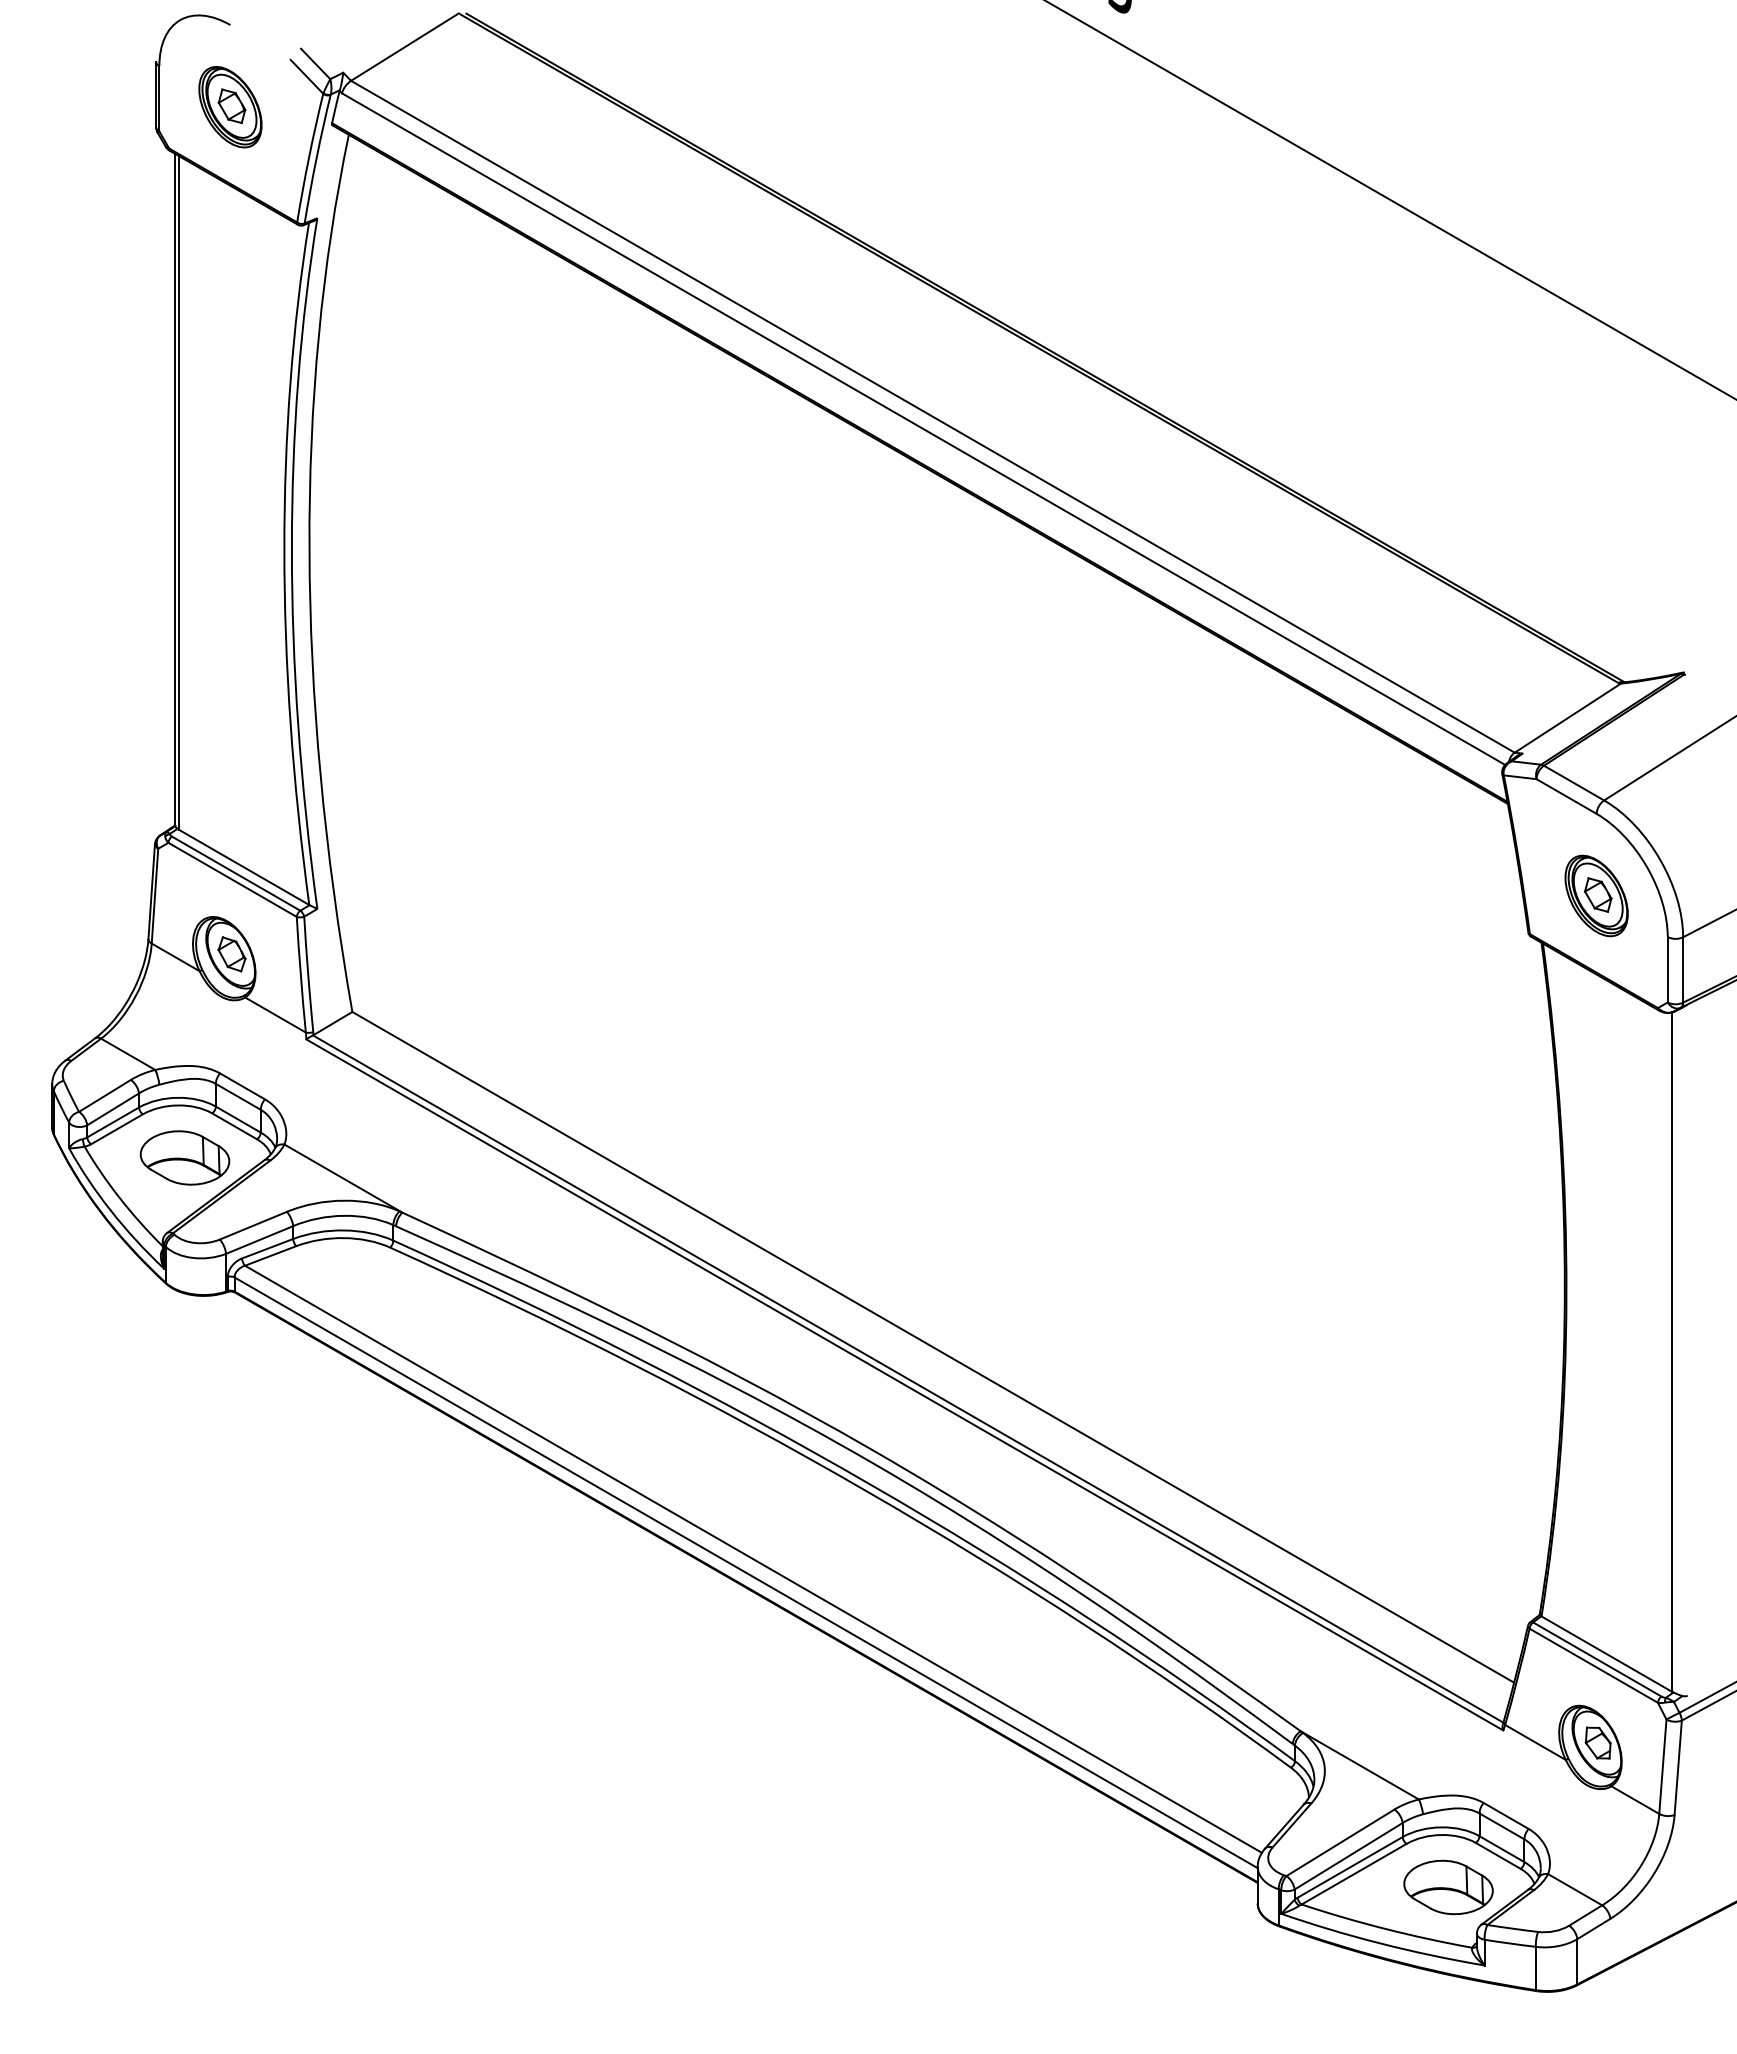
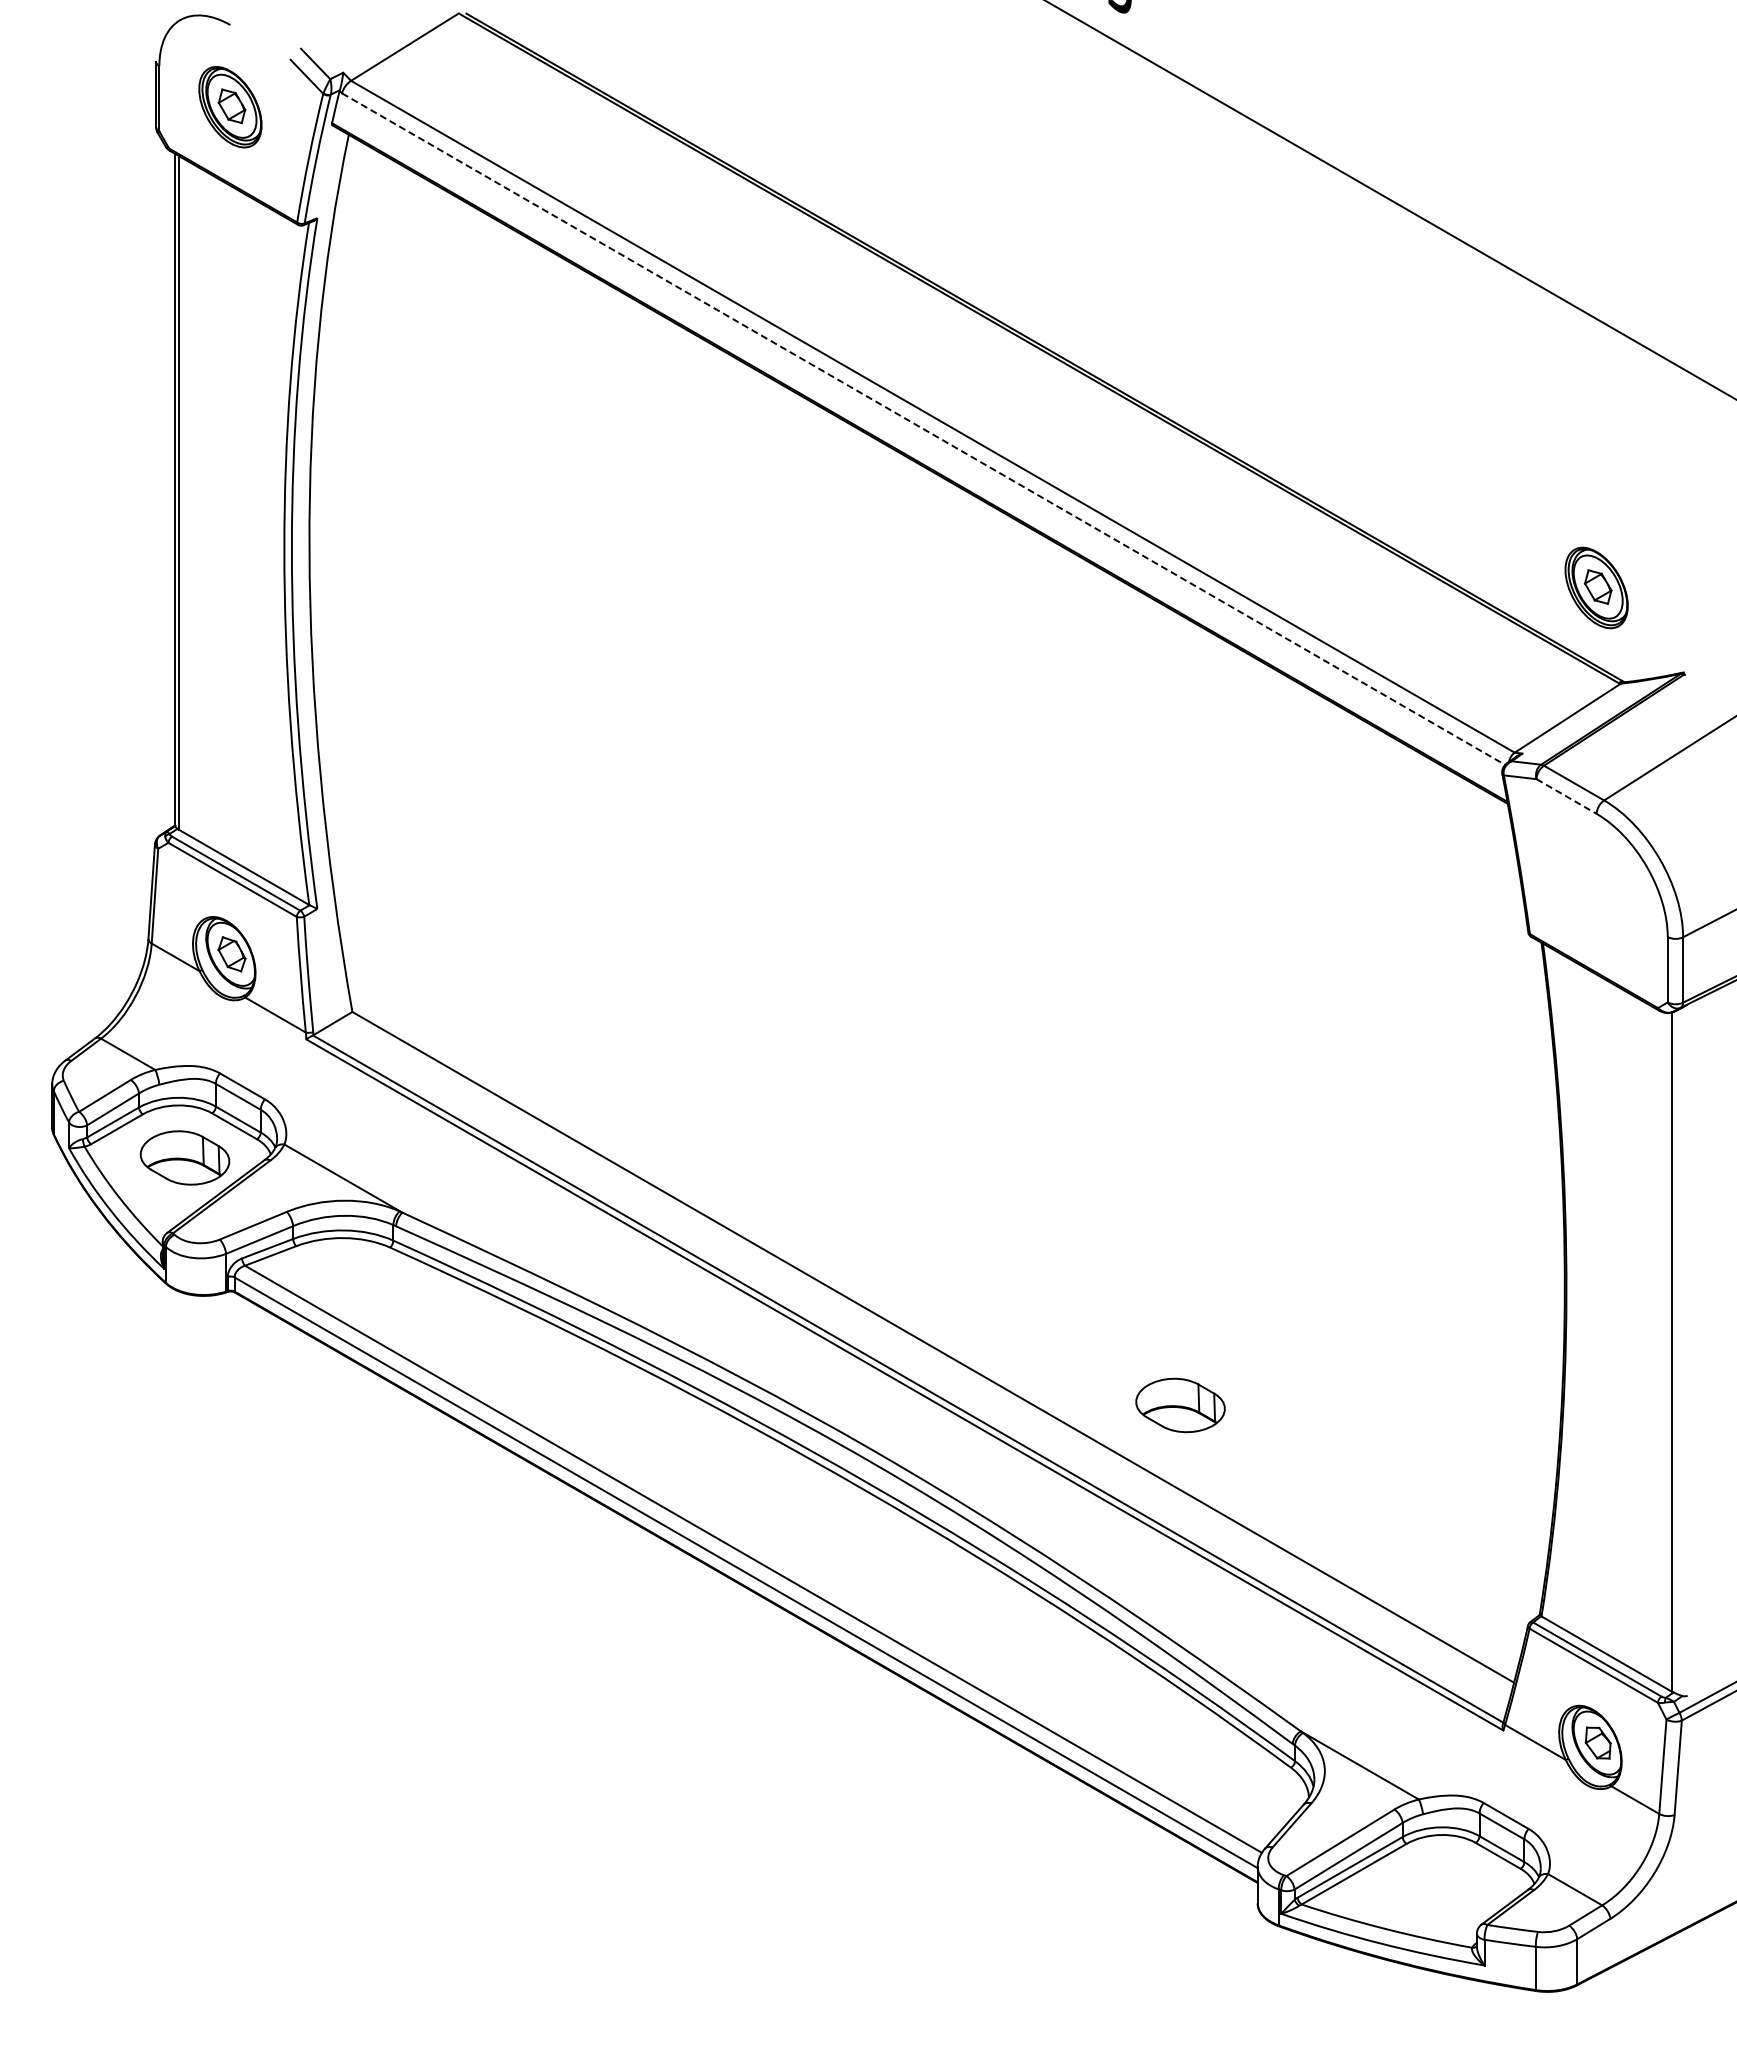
line at (923, 429): solid -> dashed
line at (1566, 796): solid -> dashed
part at (1596, 895) position: (1596, 895) -> (1596, 587)
part at (1448, 1887) position: (1448, 1887) -> (1180, 1405)
